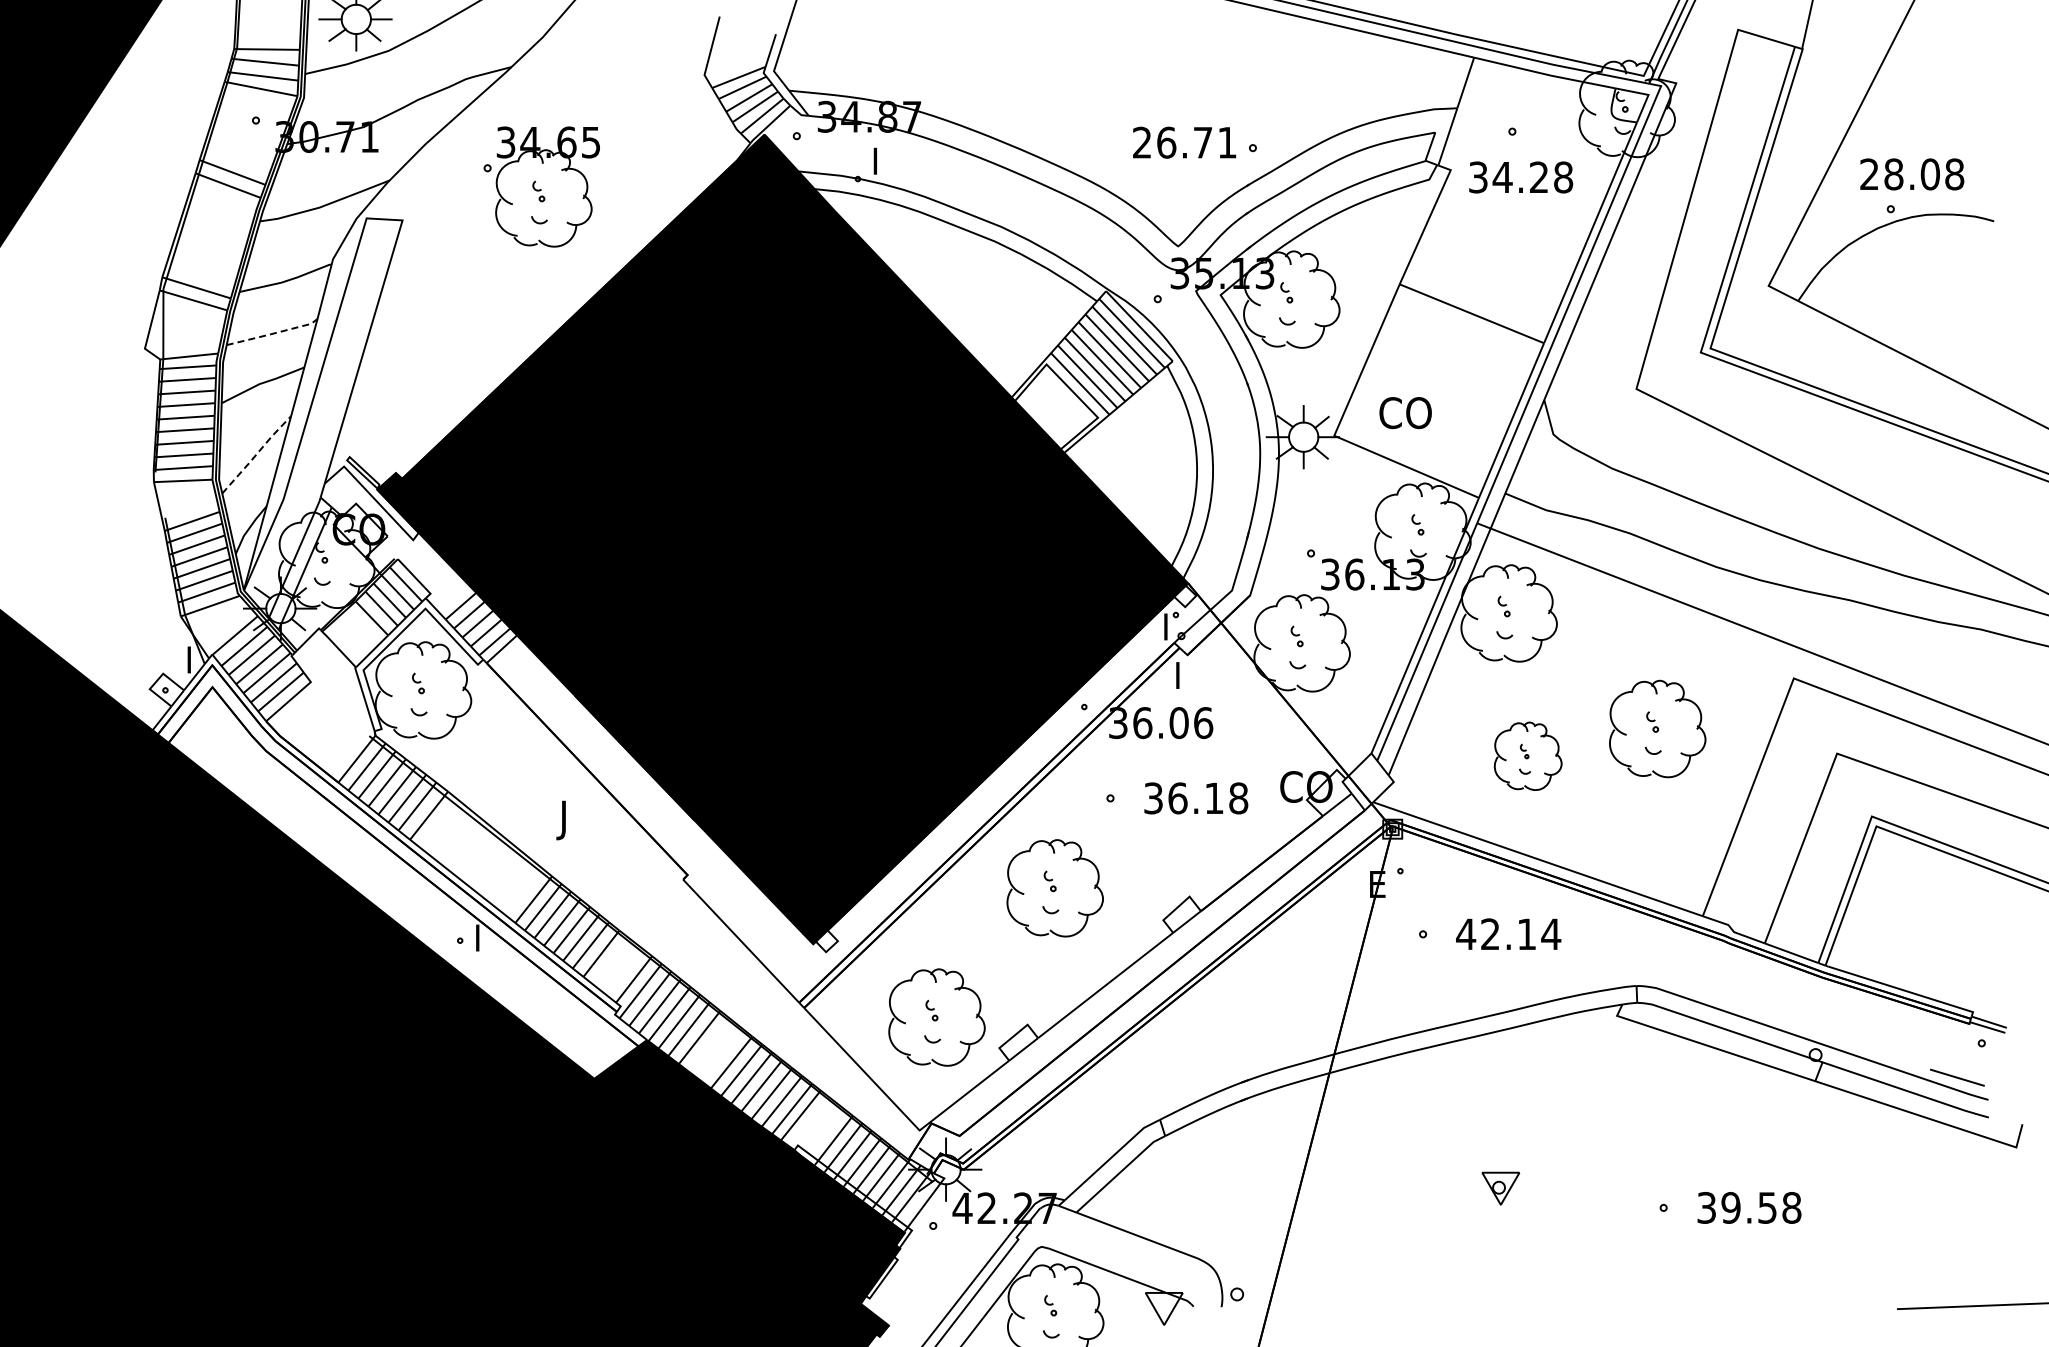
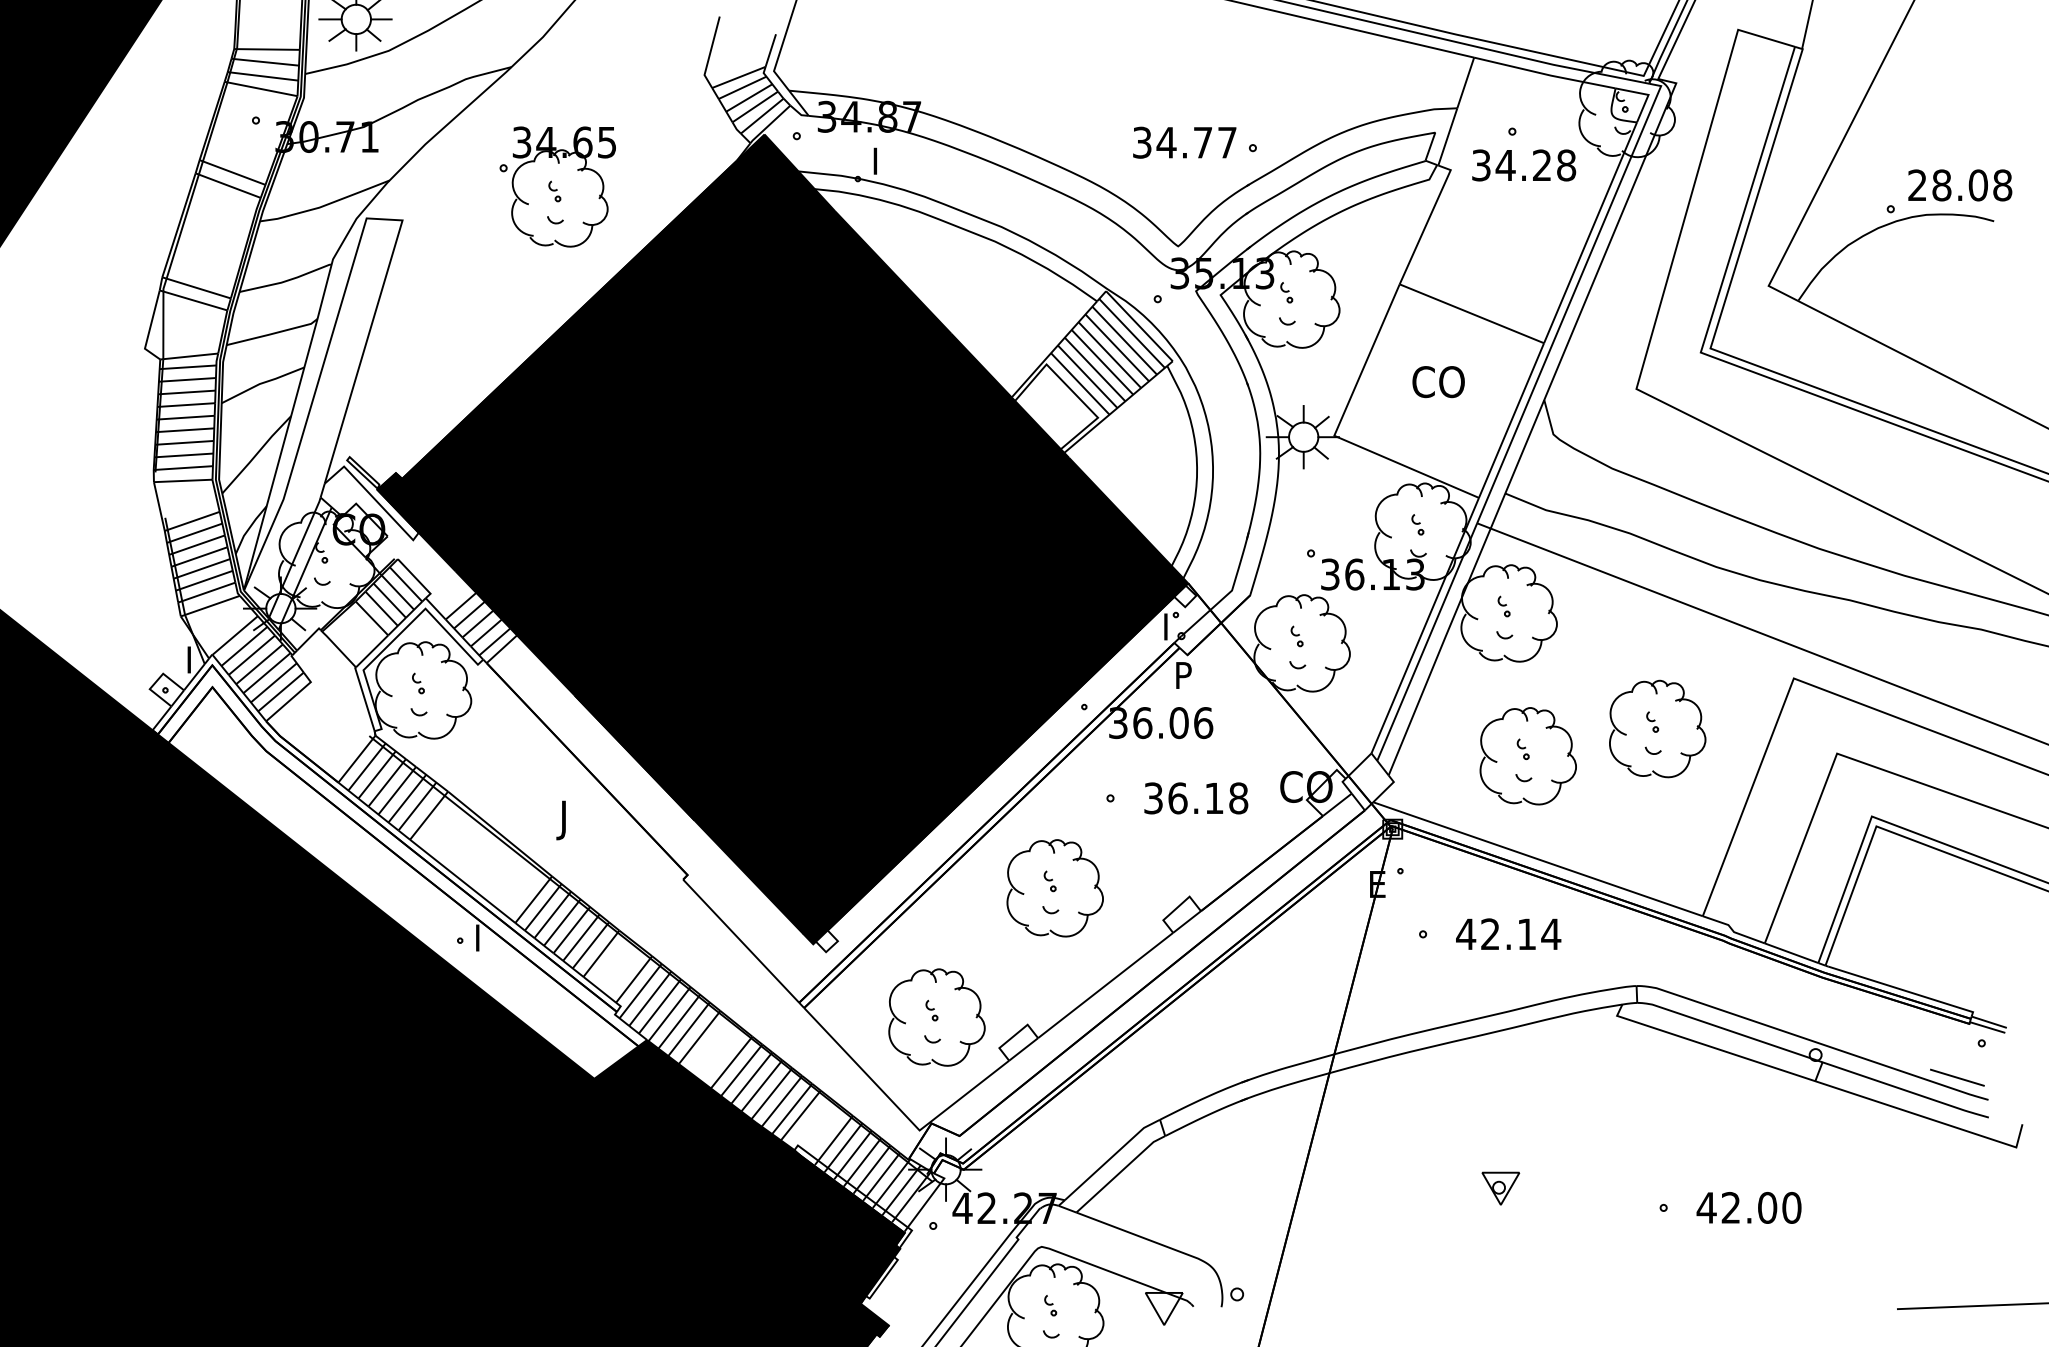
text at (1184, 142): 26.71 -> 34.77
text at (1912, 174) position: (1912, 174) -> (1960, 185)
text at (1521, 177) position: (1521, 177) -> (1524, 165)
part at (541, 186) position: (541, 186) -> (557, 186)
line at (273, 333): dashed -> solid
text at (1405, 413) position: (1405, 413) -> (1438, 382)
line at (256, 454): dashed -> solid
text at (1185, 670): I -> P
part at (1527, 755) size: 70x70 px -> 98x99 px
text at (1748, 1207): 39.58 -> 42.00
